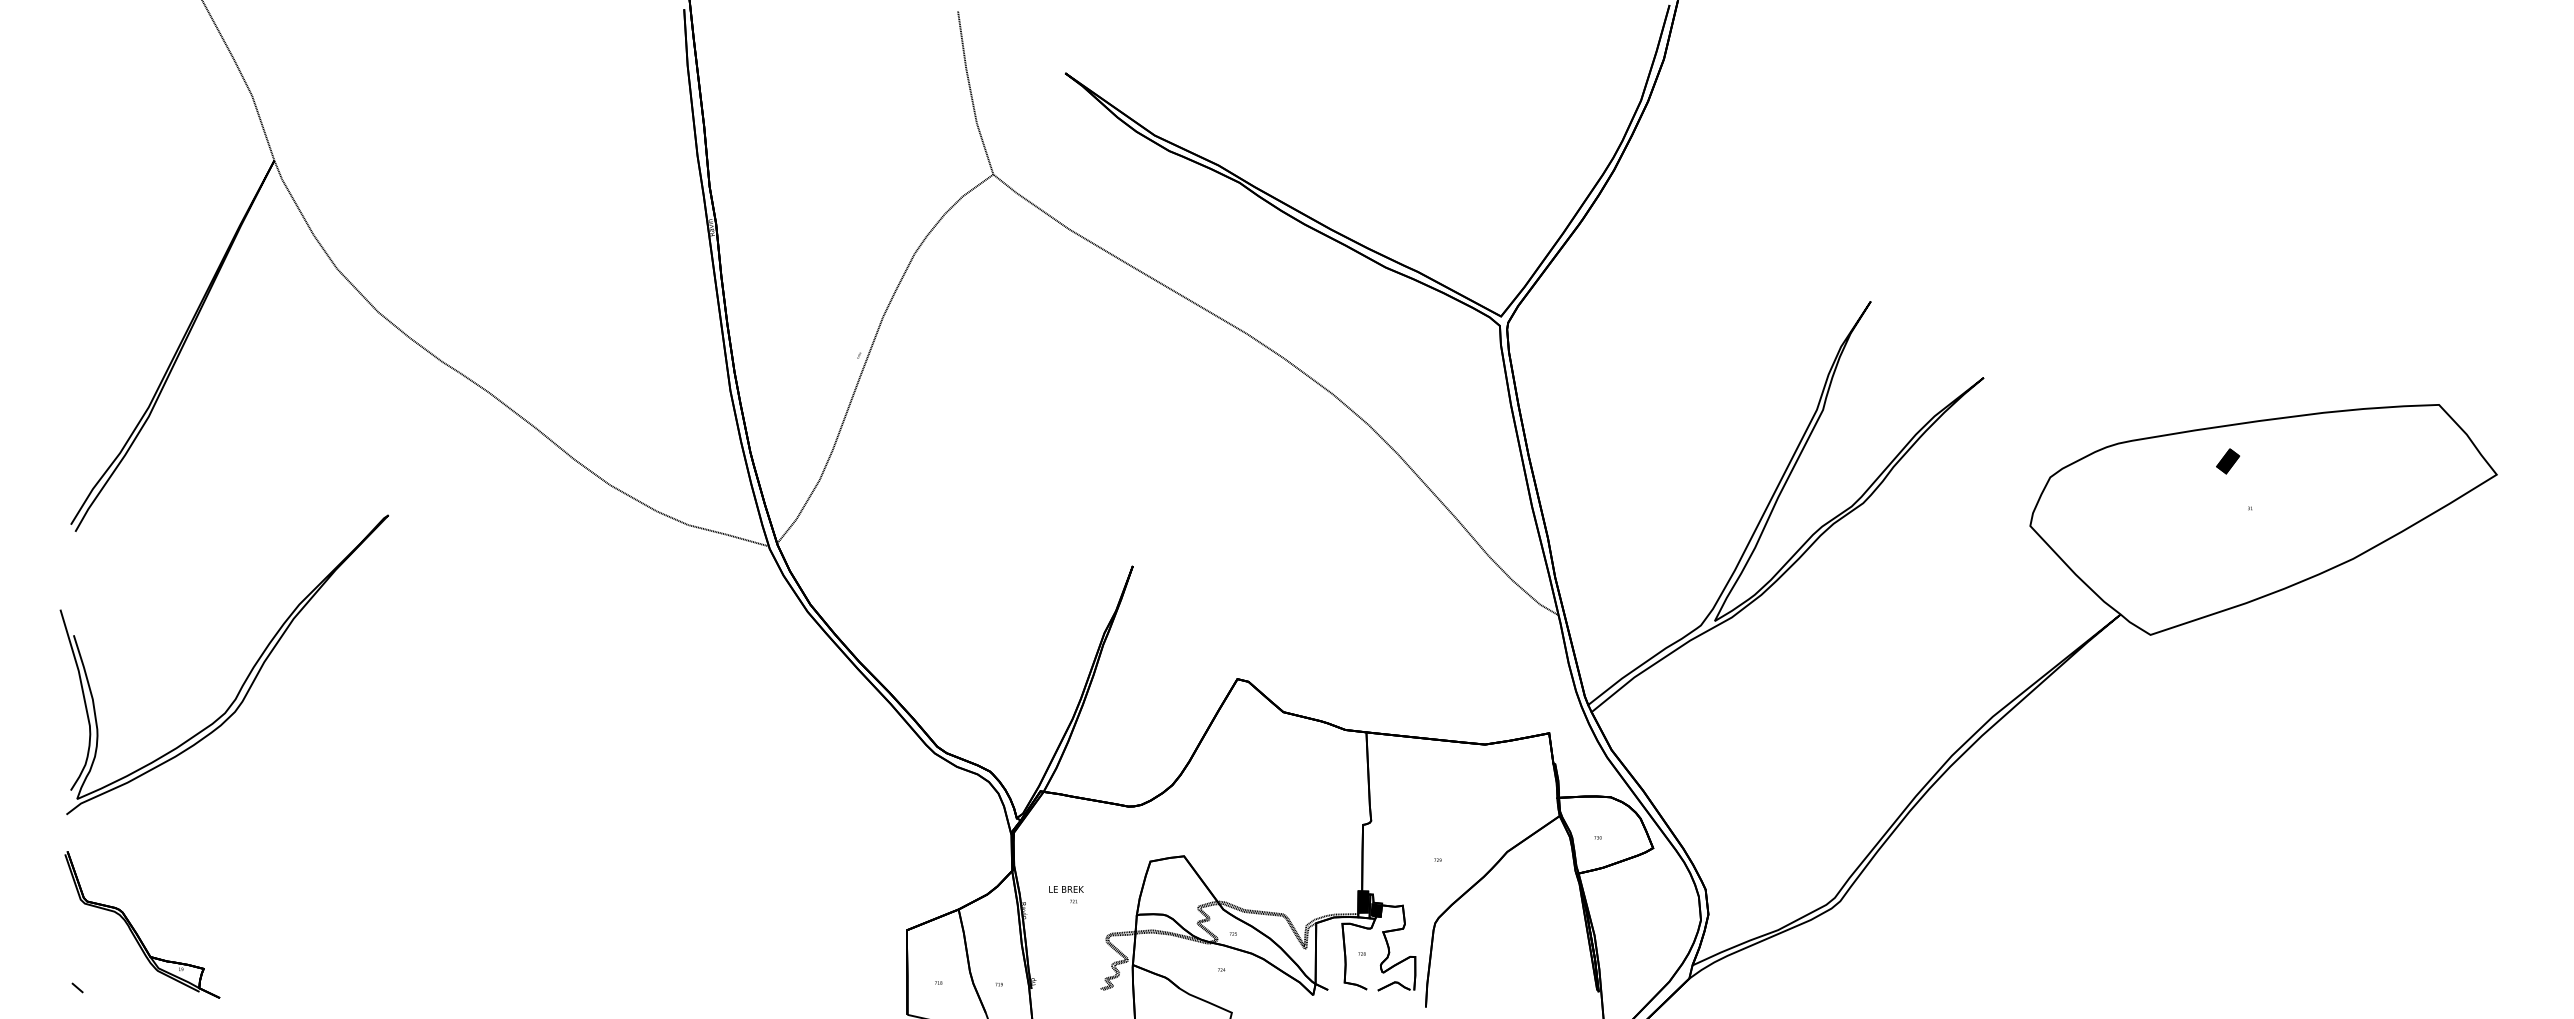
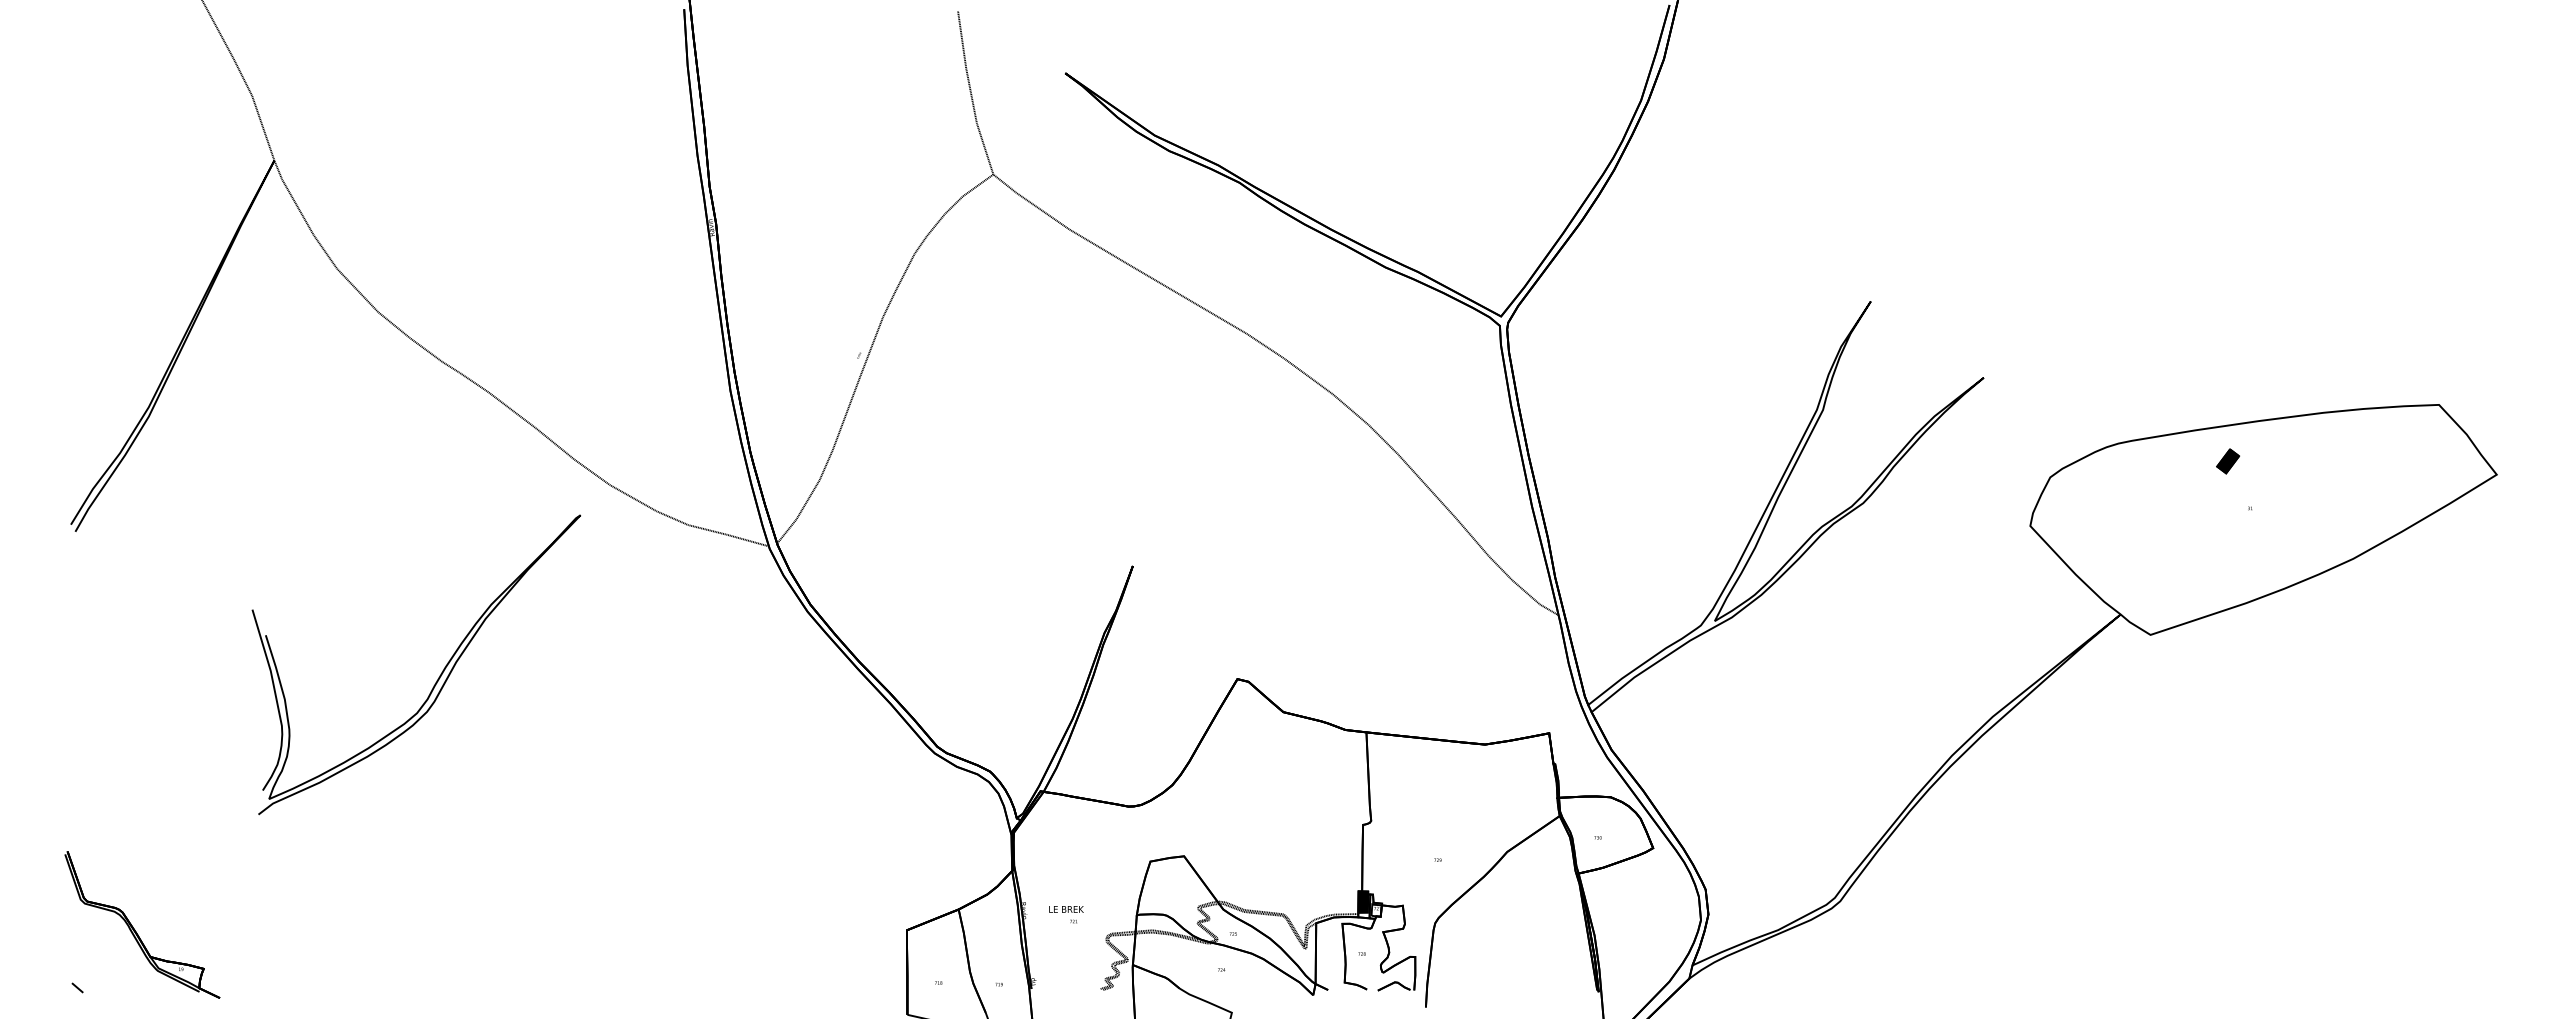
part at (247, 675) position: (247, 675) -> (439, 675)
text at (1066, 894) position: (1066, 894) -> (1066, 914)
fill at (1376, 910): present -> none
